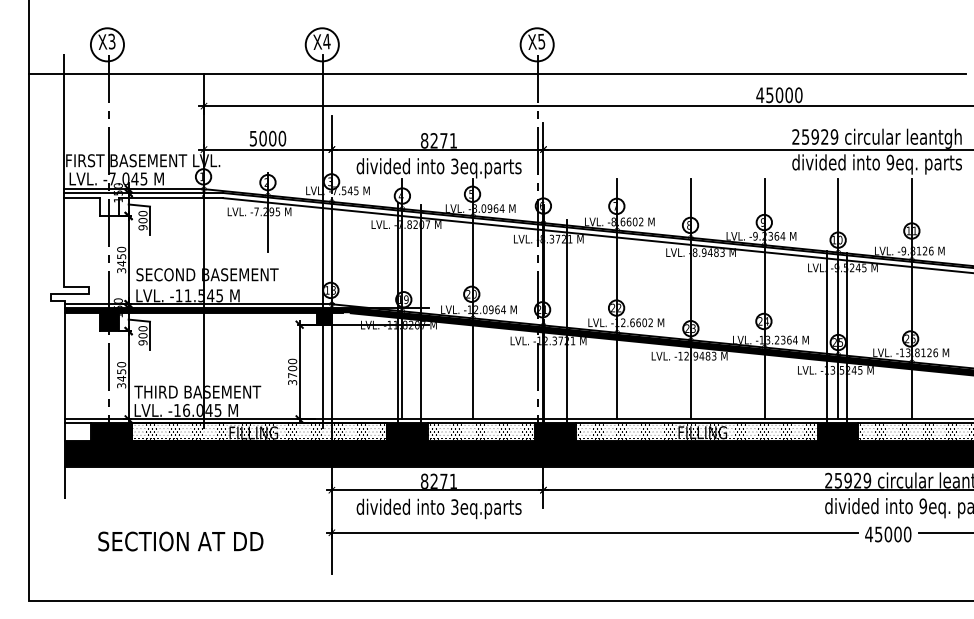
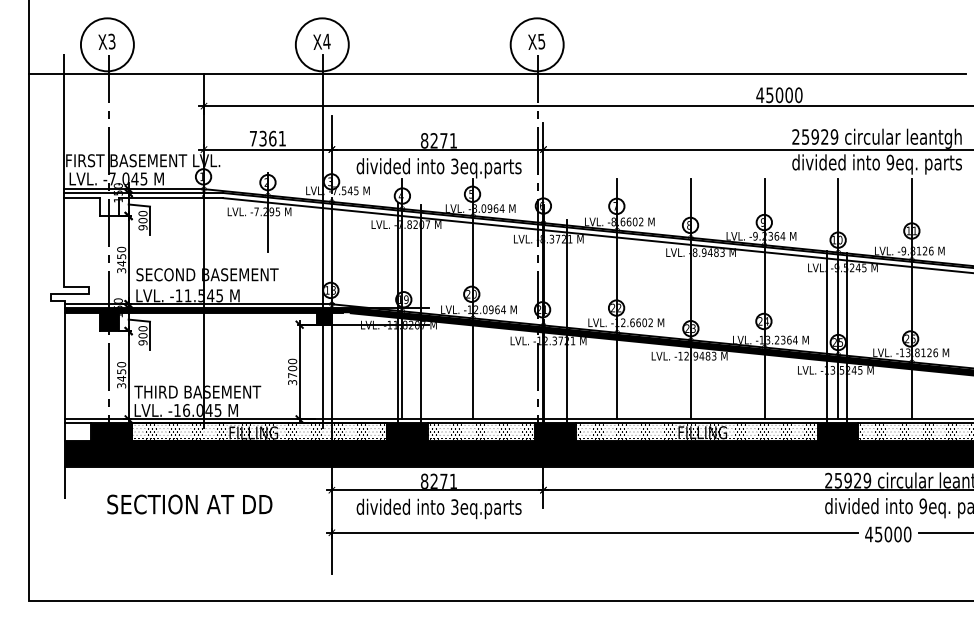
circle at (107, 44) diameter: 33 px -> 53 px
circle at (321, 44) diameter: 33 px -> 53 px
circle at (536, 44) diameter: 33 px -> 53 px
text at (267, 138): 5000 -> 7361
text at (180, 541) position: (180, 541) -> (189, 504)
